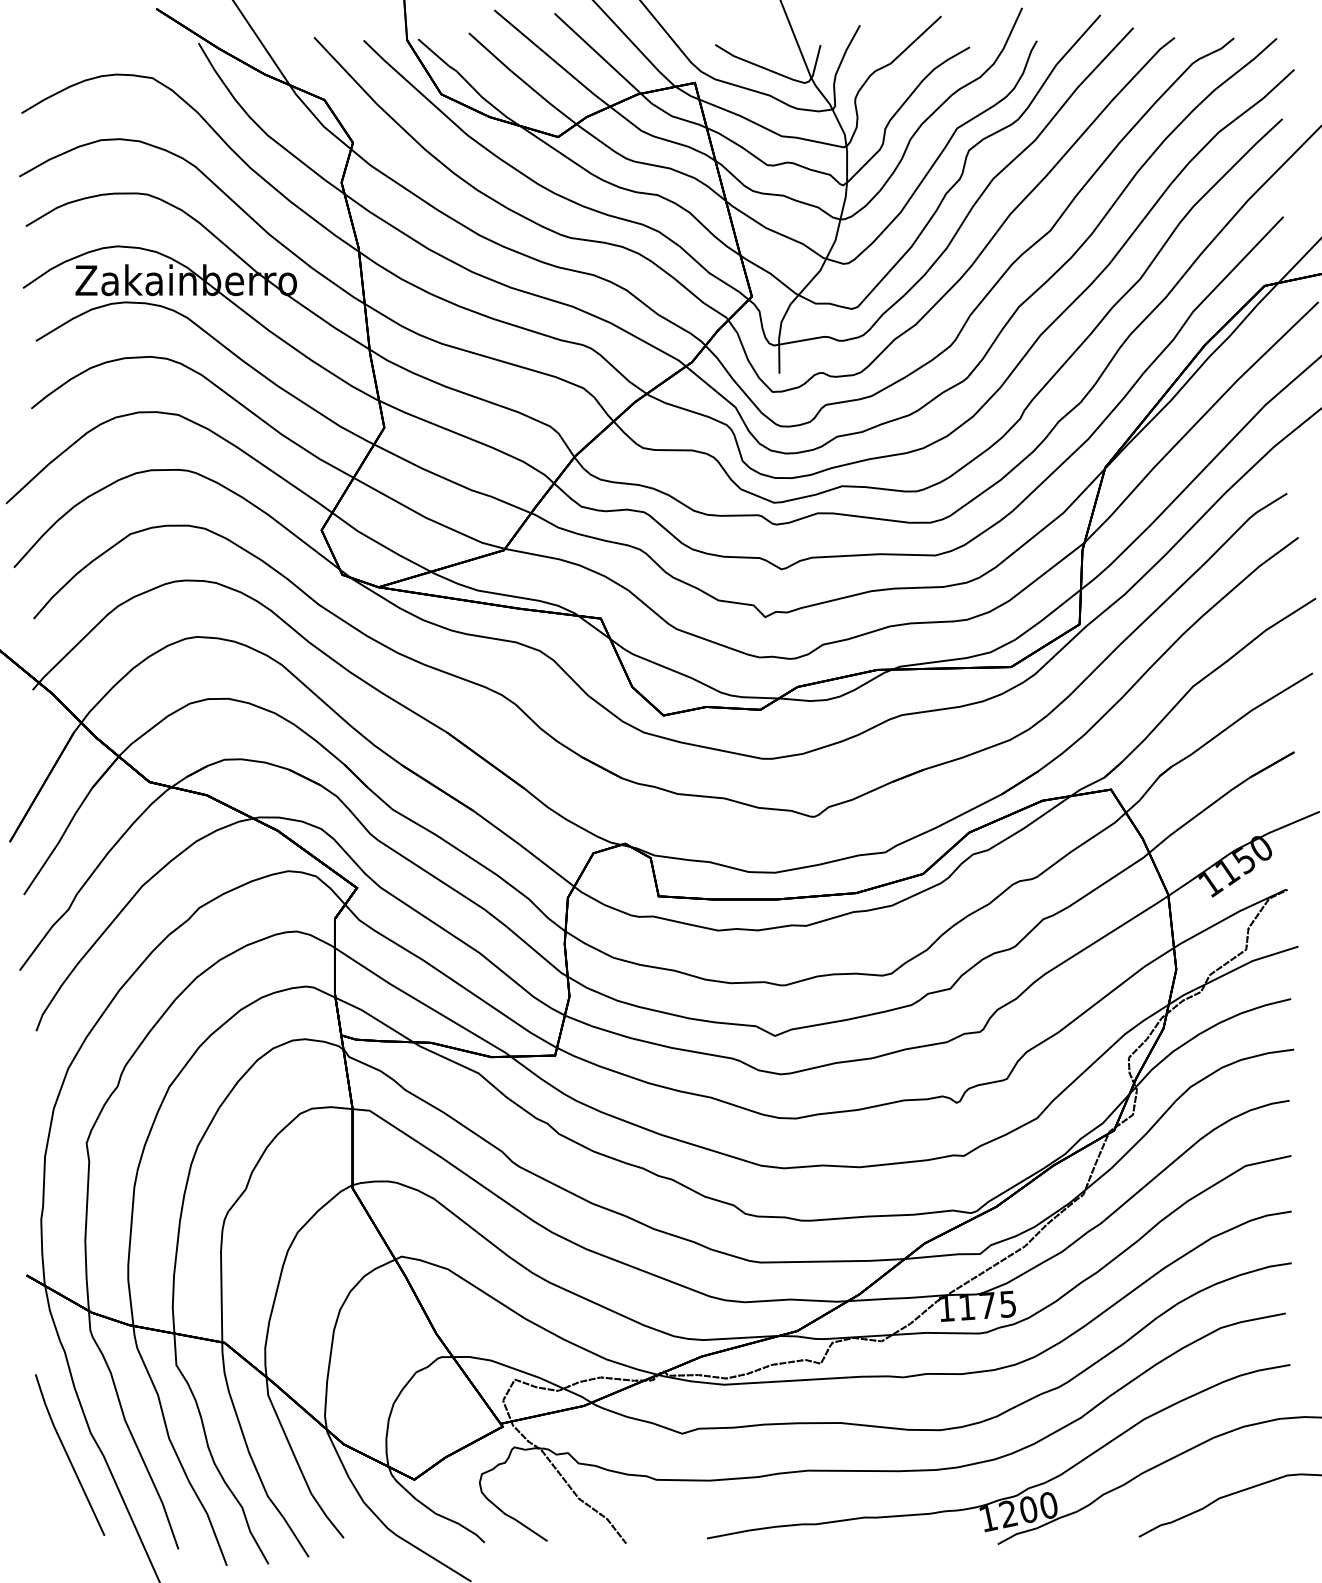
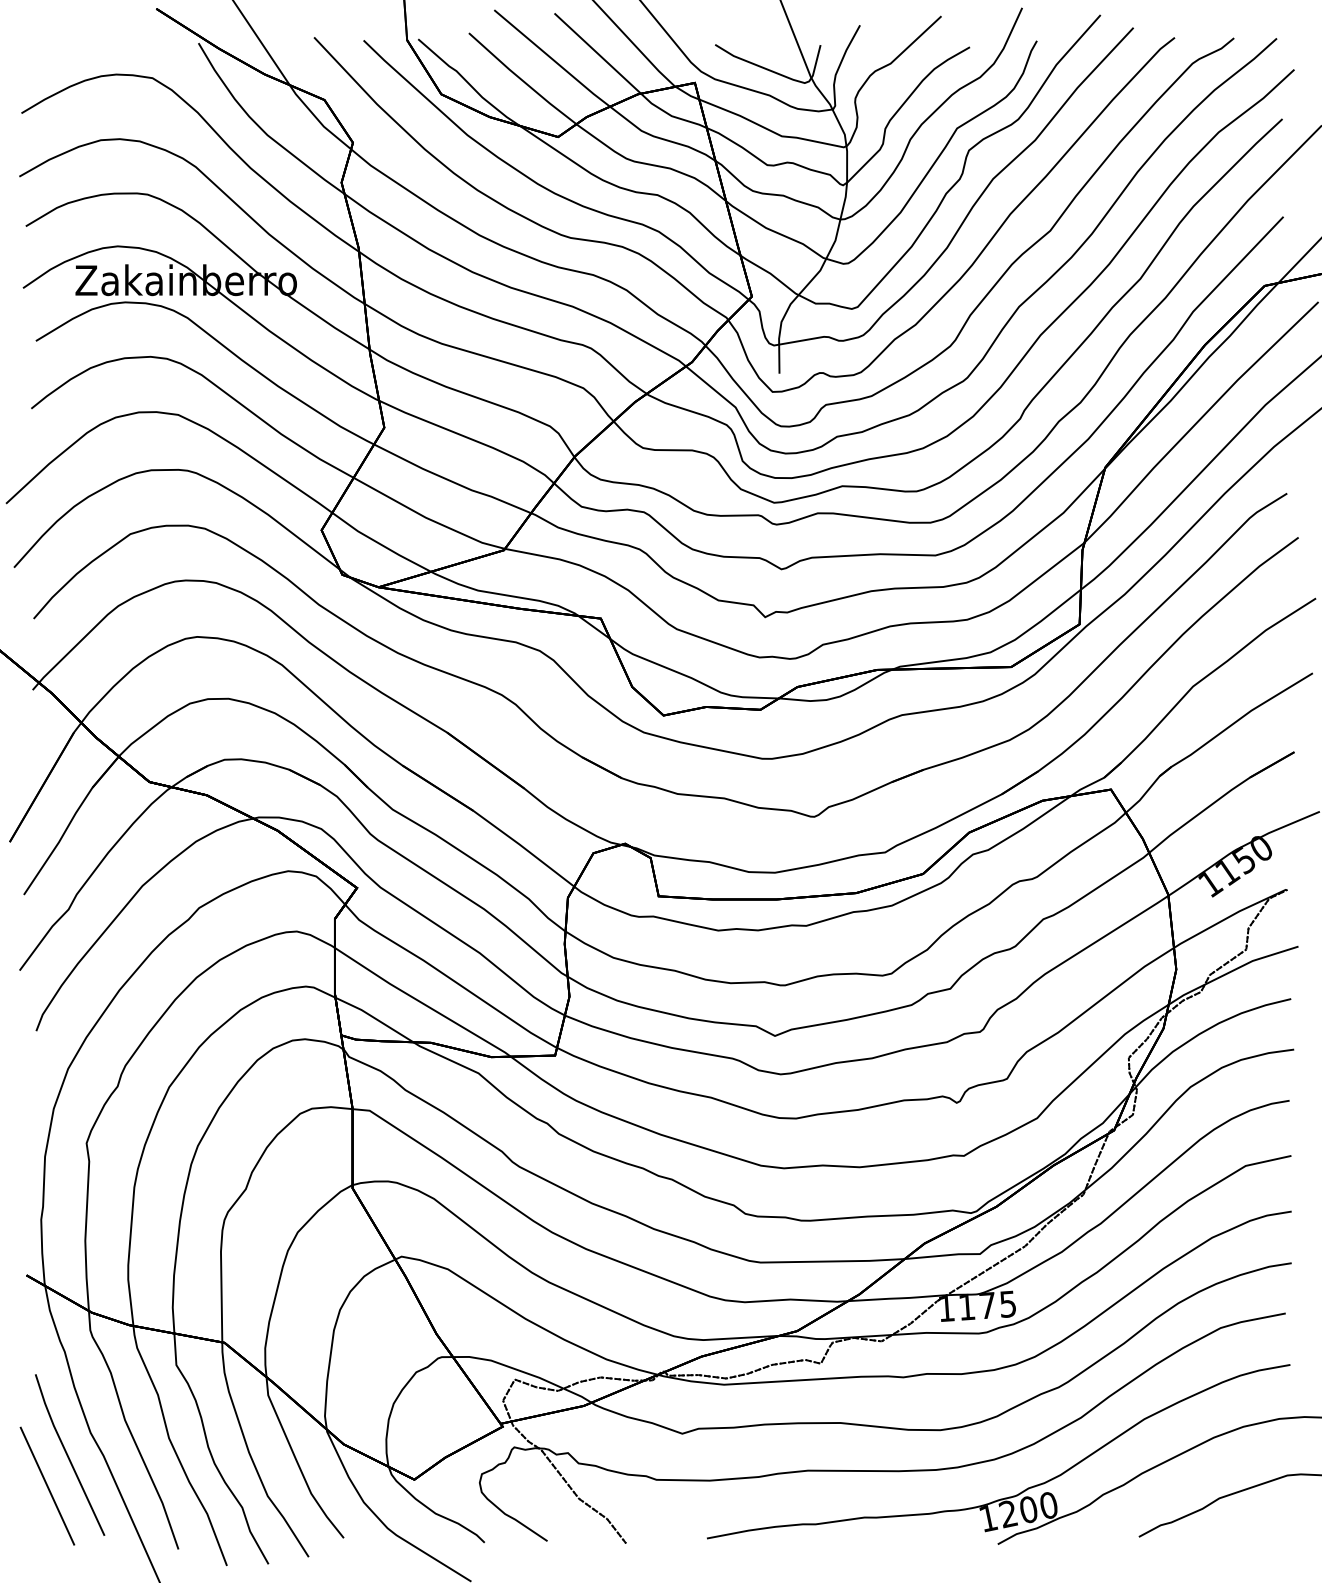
line at (47, 1485): none -> present
